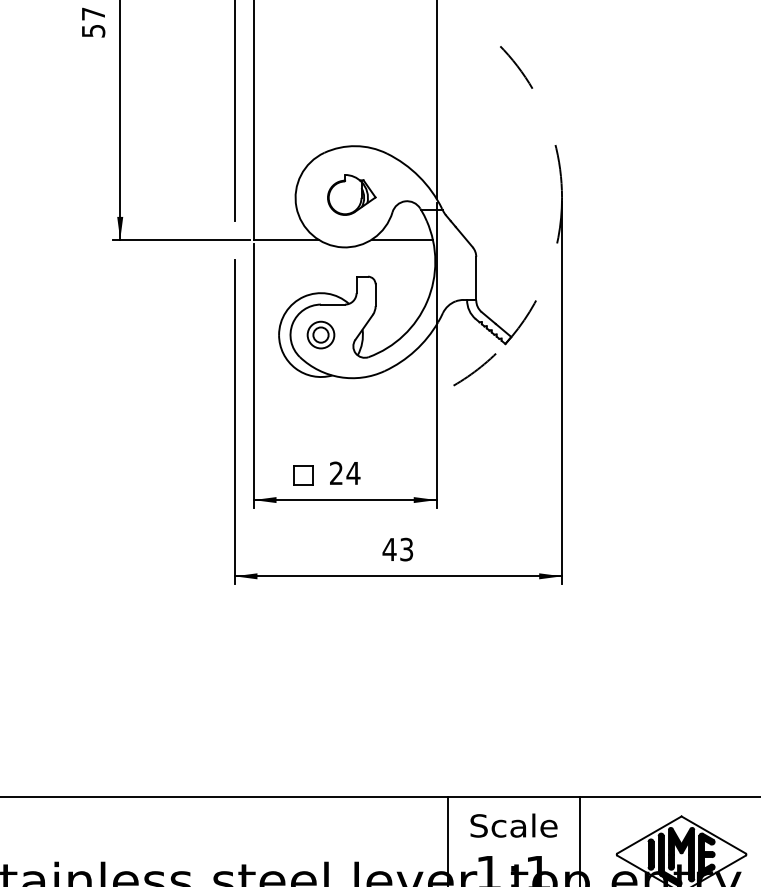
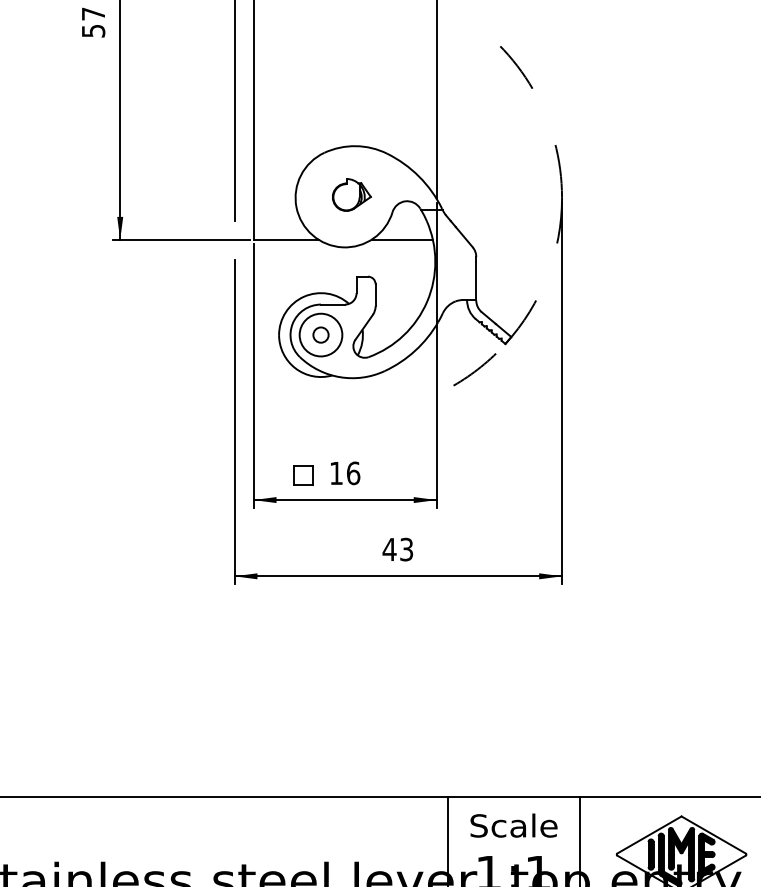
part at (351, 194) size: 50x42 px -> 40x34 px
circle at (320, 334) diameter: 27 px -> 43 px
text at (345, 473): 24 -> 16
